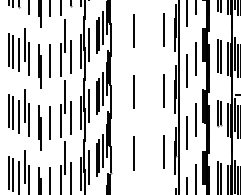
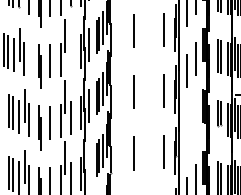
part at (18, 51) position: (18, 51) -> (13, 51)
line at (71, 56): present -> none
line at (195, 120): present -> none
line at (186, 132): present -> none
line at (89, 167): present -> none
